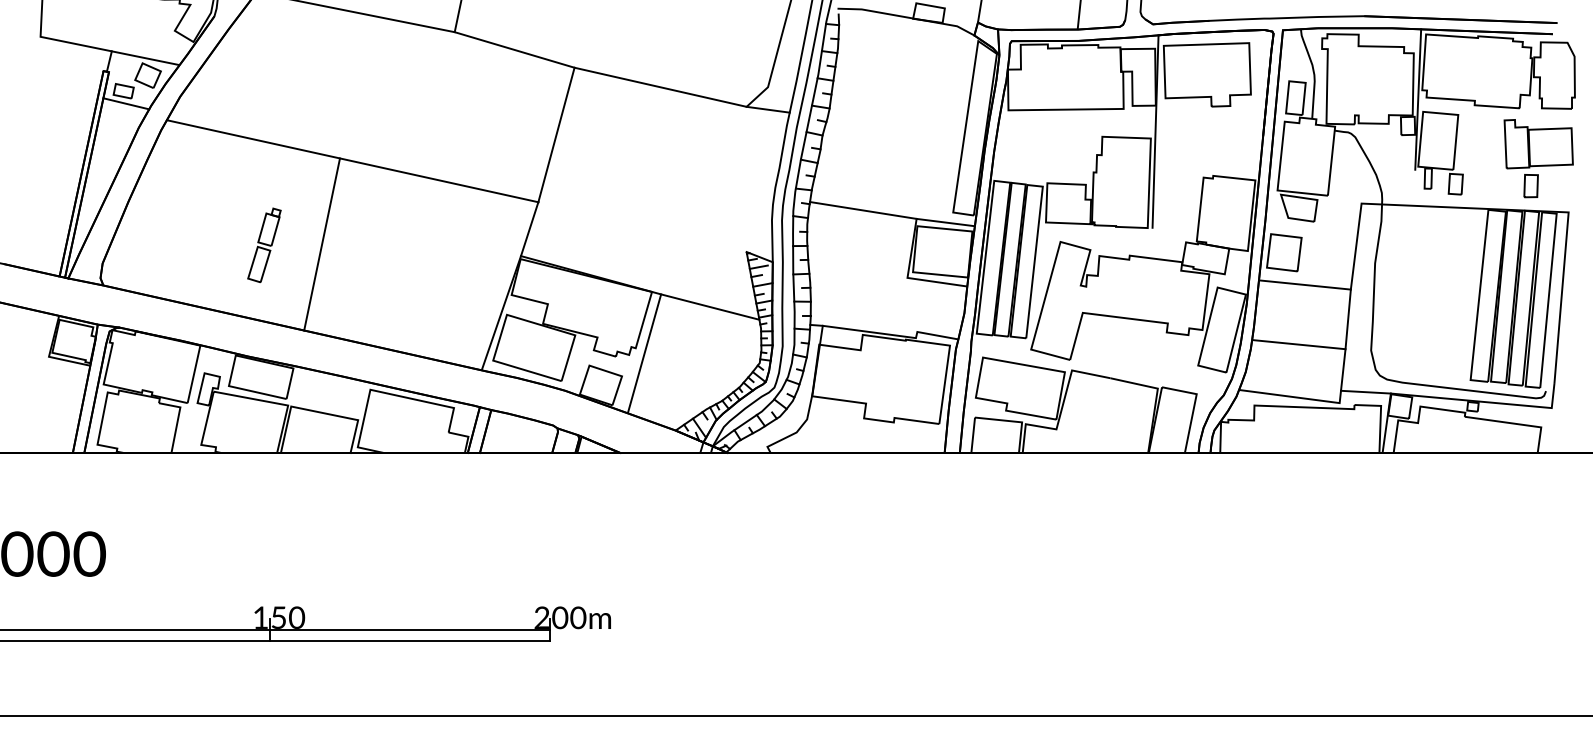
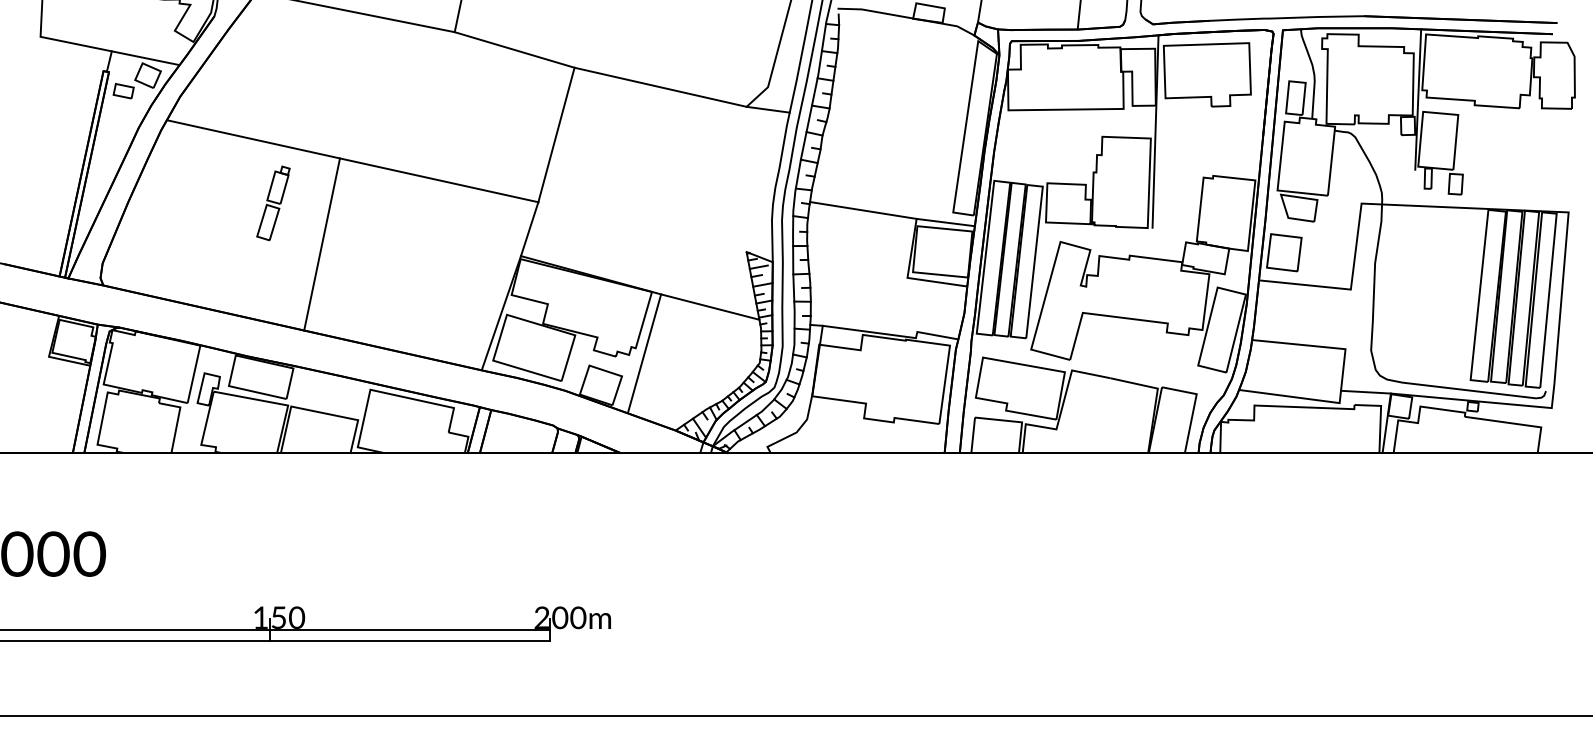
line at (126, 103): present -> none
part at (1538, 158): present -> none
part at (264, 245) position: (264, 245) -> (273, 203)
line at (1347, 319): present -> none
